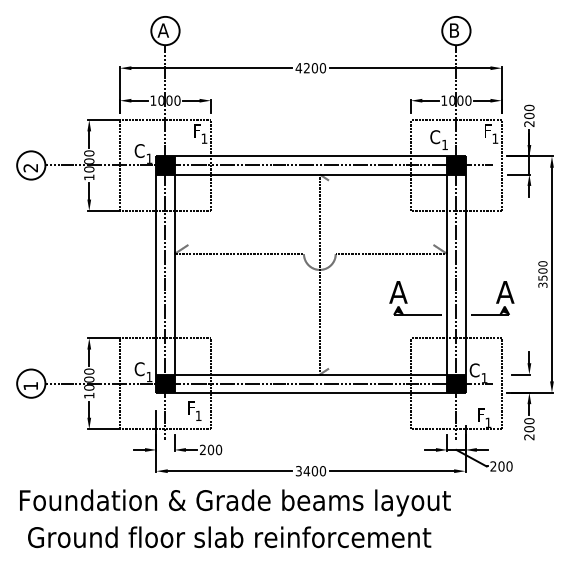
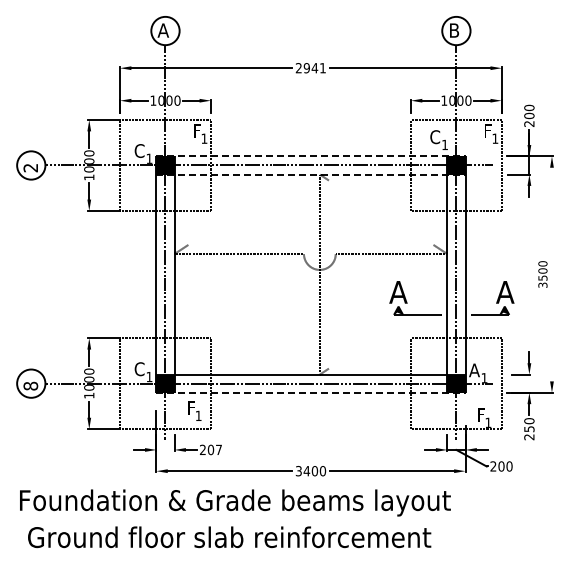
text at (310, 68): 4200 -> 2941
line at (310, 156): solid -> dashed
line at (310, 174): solid -> dashed
line at (551, 274): present -> none
text at (474, 370): C -> A
text at (30, 385): 1 -> 8
line at (310, 392): solid -> dashed
text at (529, 429): 200 -> 250
text at (218, 449): 200 -> 207
